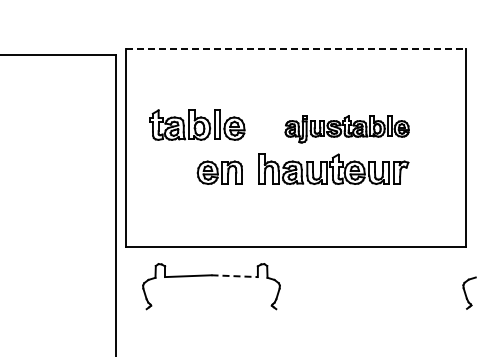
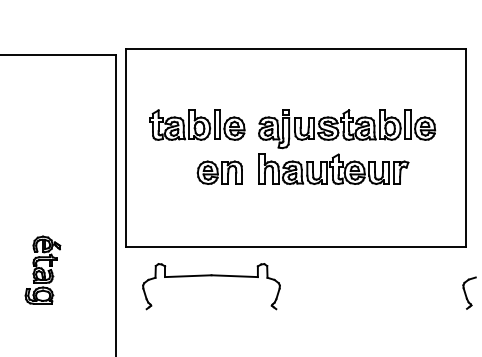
line at (296, 49): dashed -> solid
part at (346, 129) size: 126x29 px -> 179x41 px
part at (42, 269): none -> present
line at (235, 276): dashed -> solid
